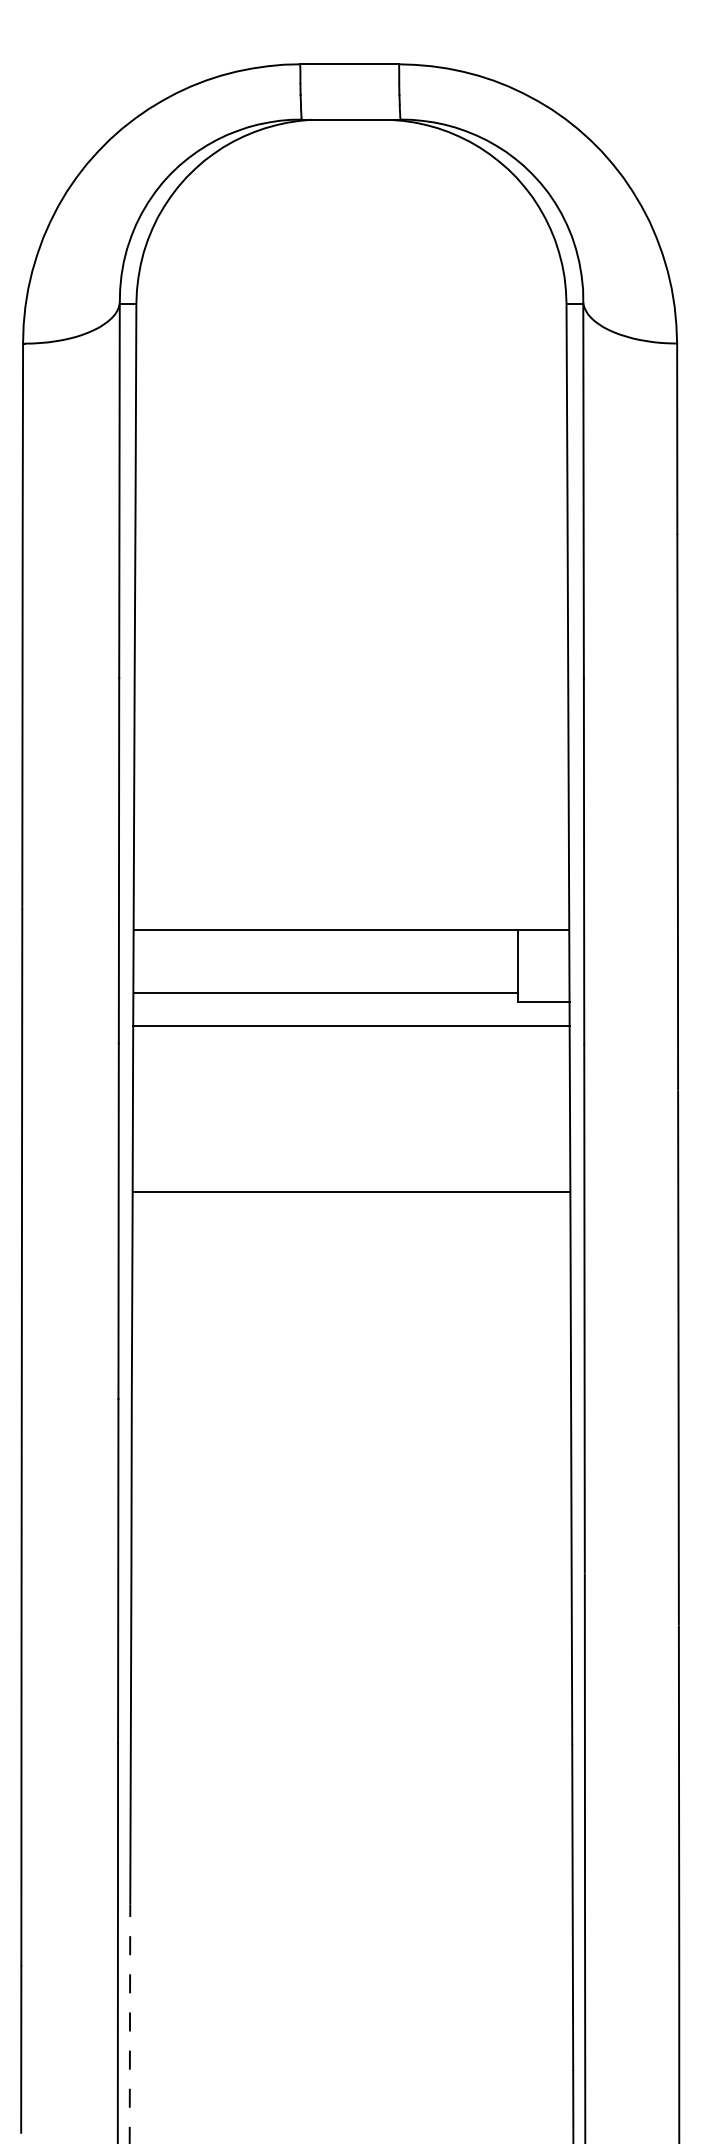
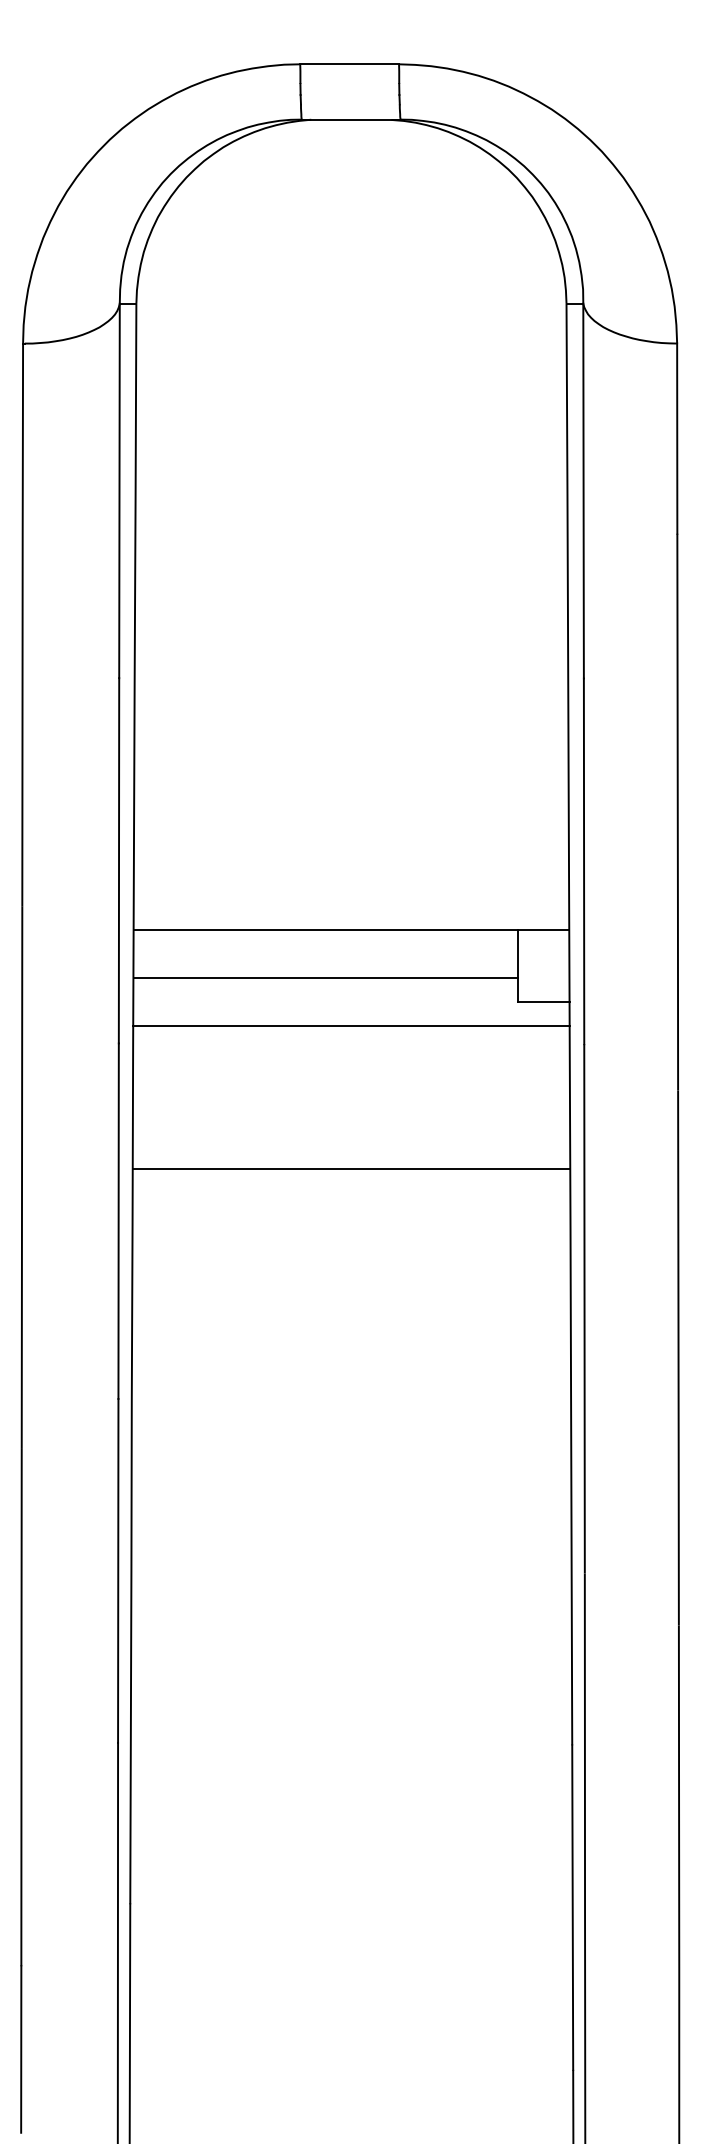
line at (325, 993) position: (325, 993) -> (325, 978)
line at (351, 1191) position: (351, 1191) -> (351, 1168)
line at (129, 2023): dashed -> solid
